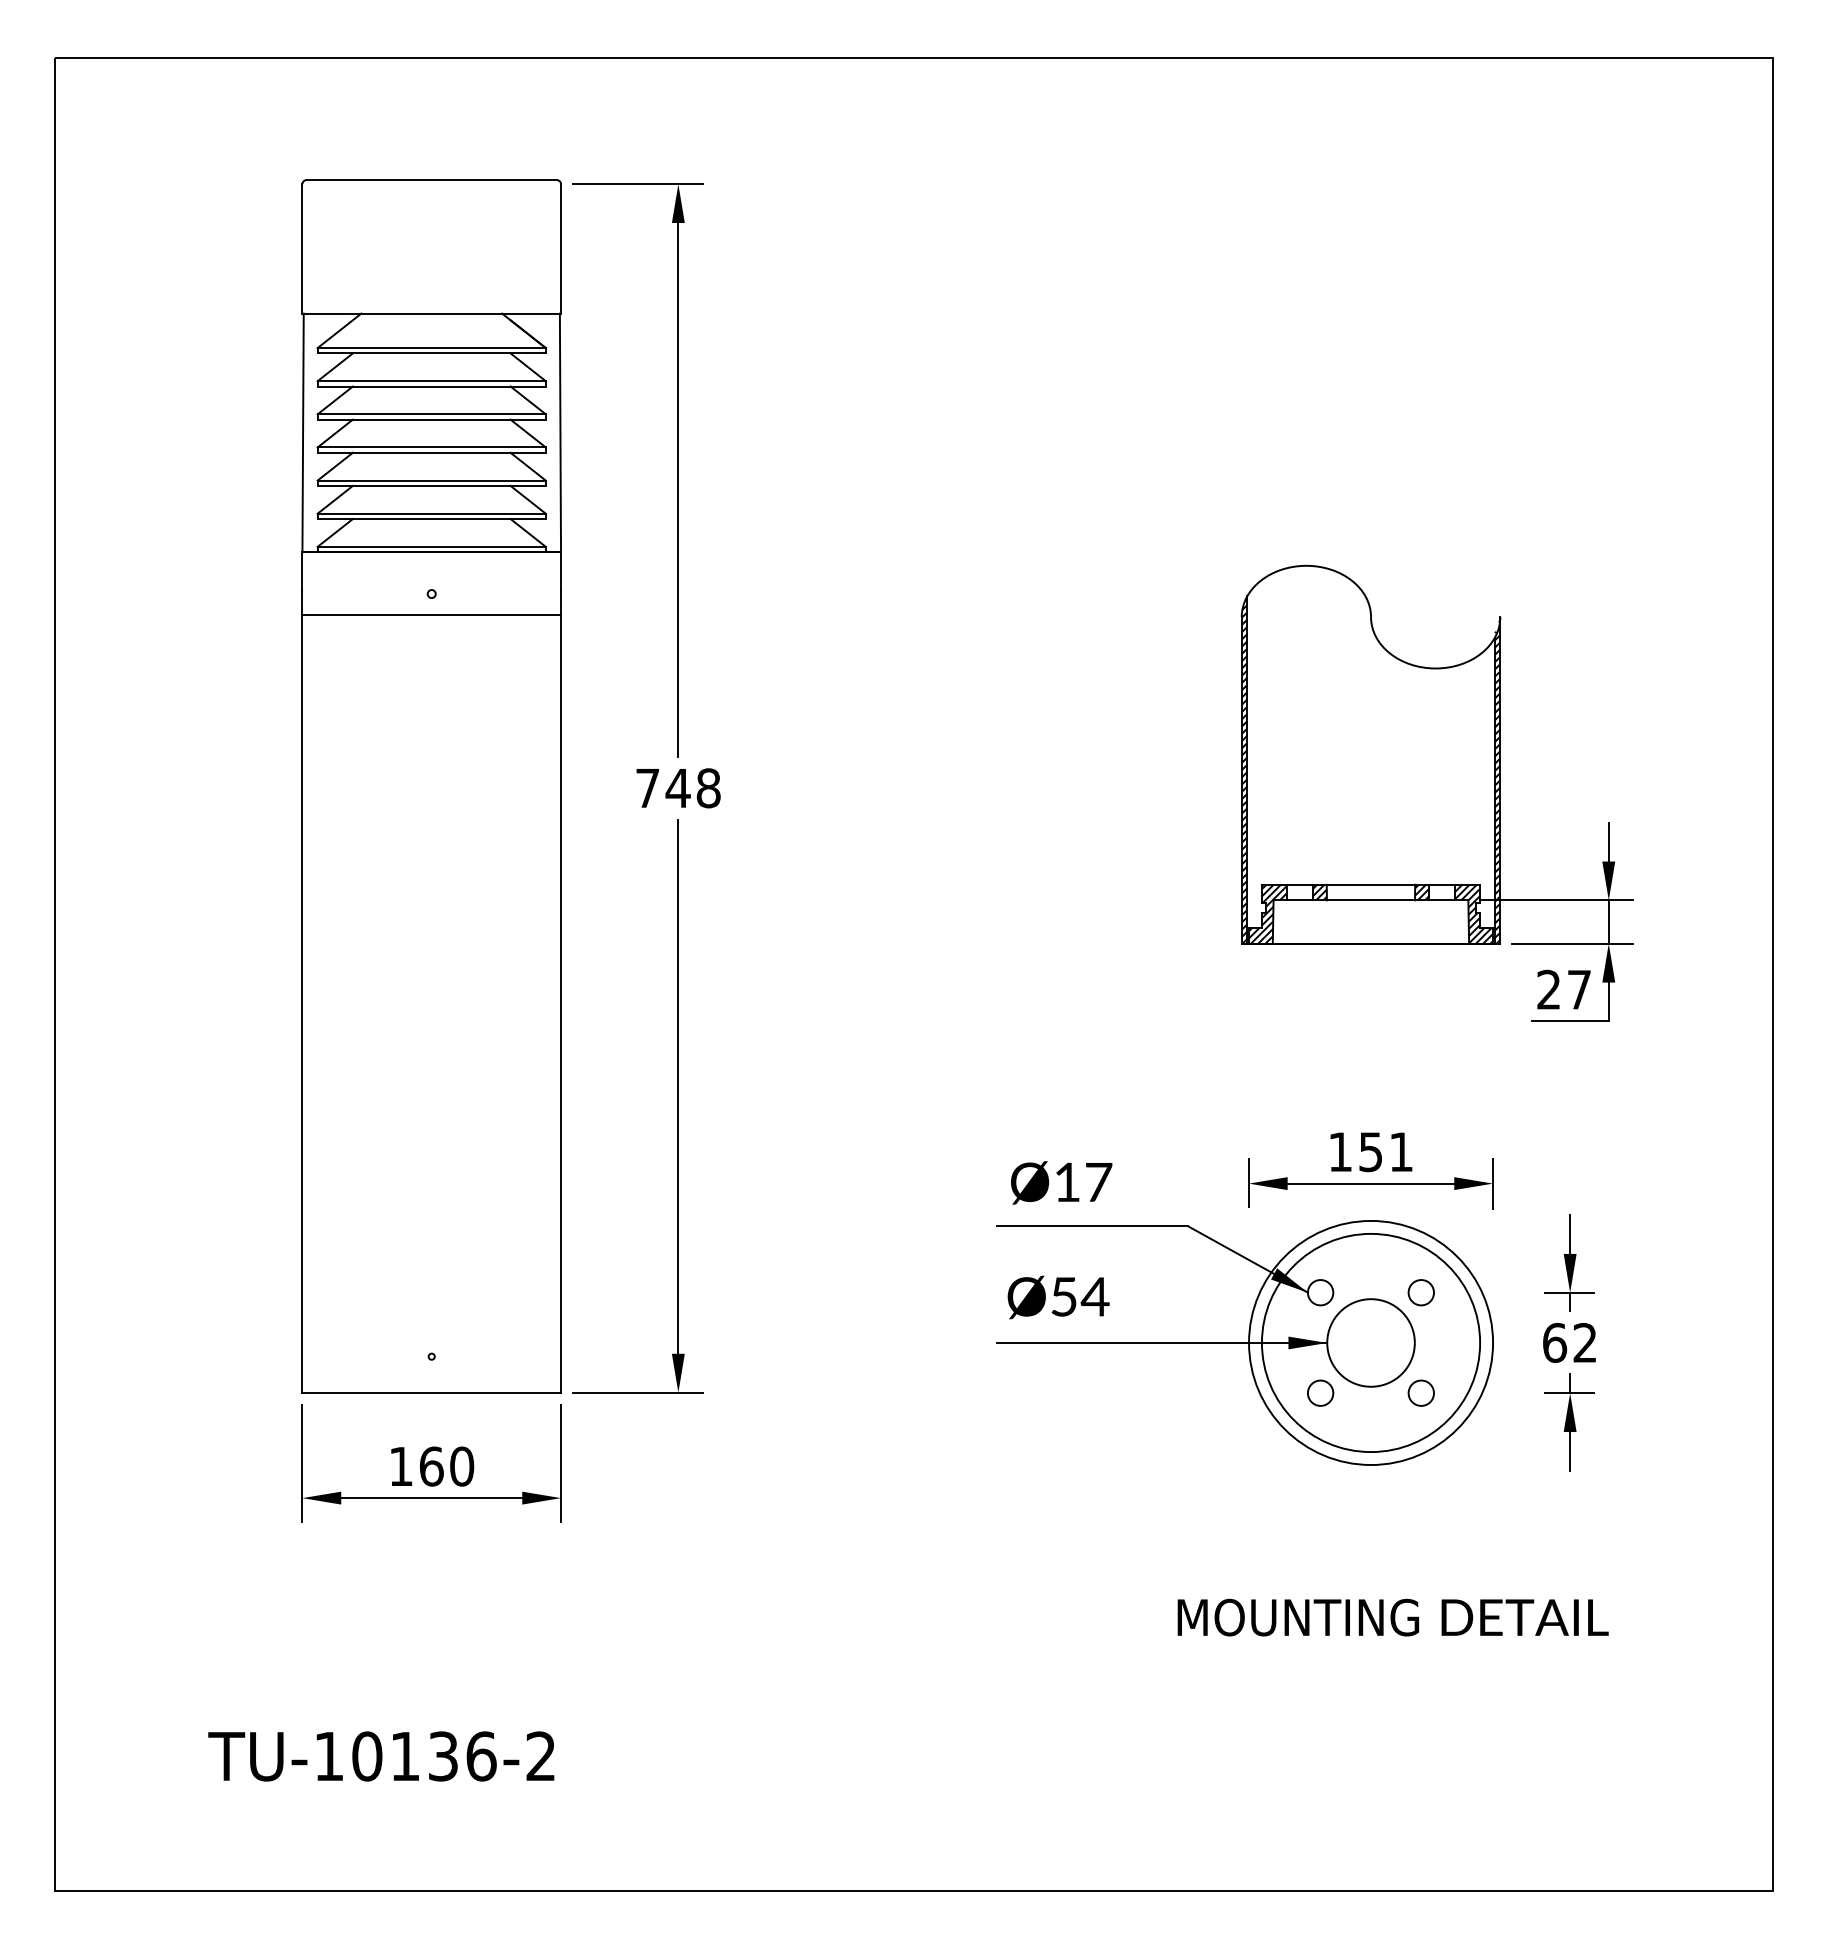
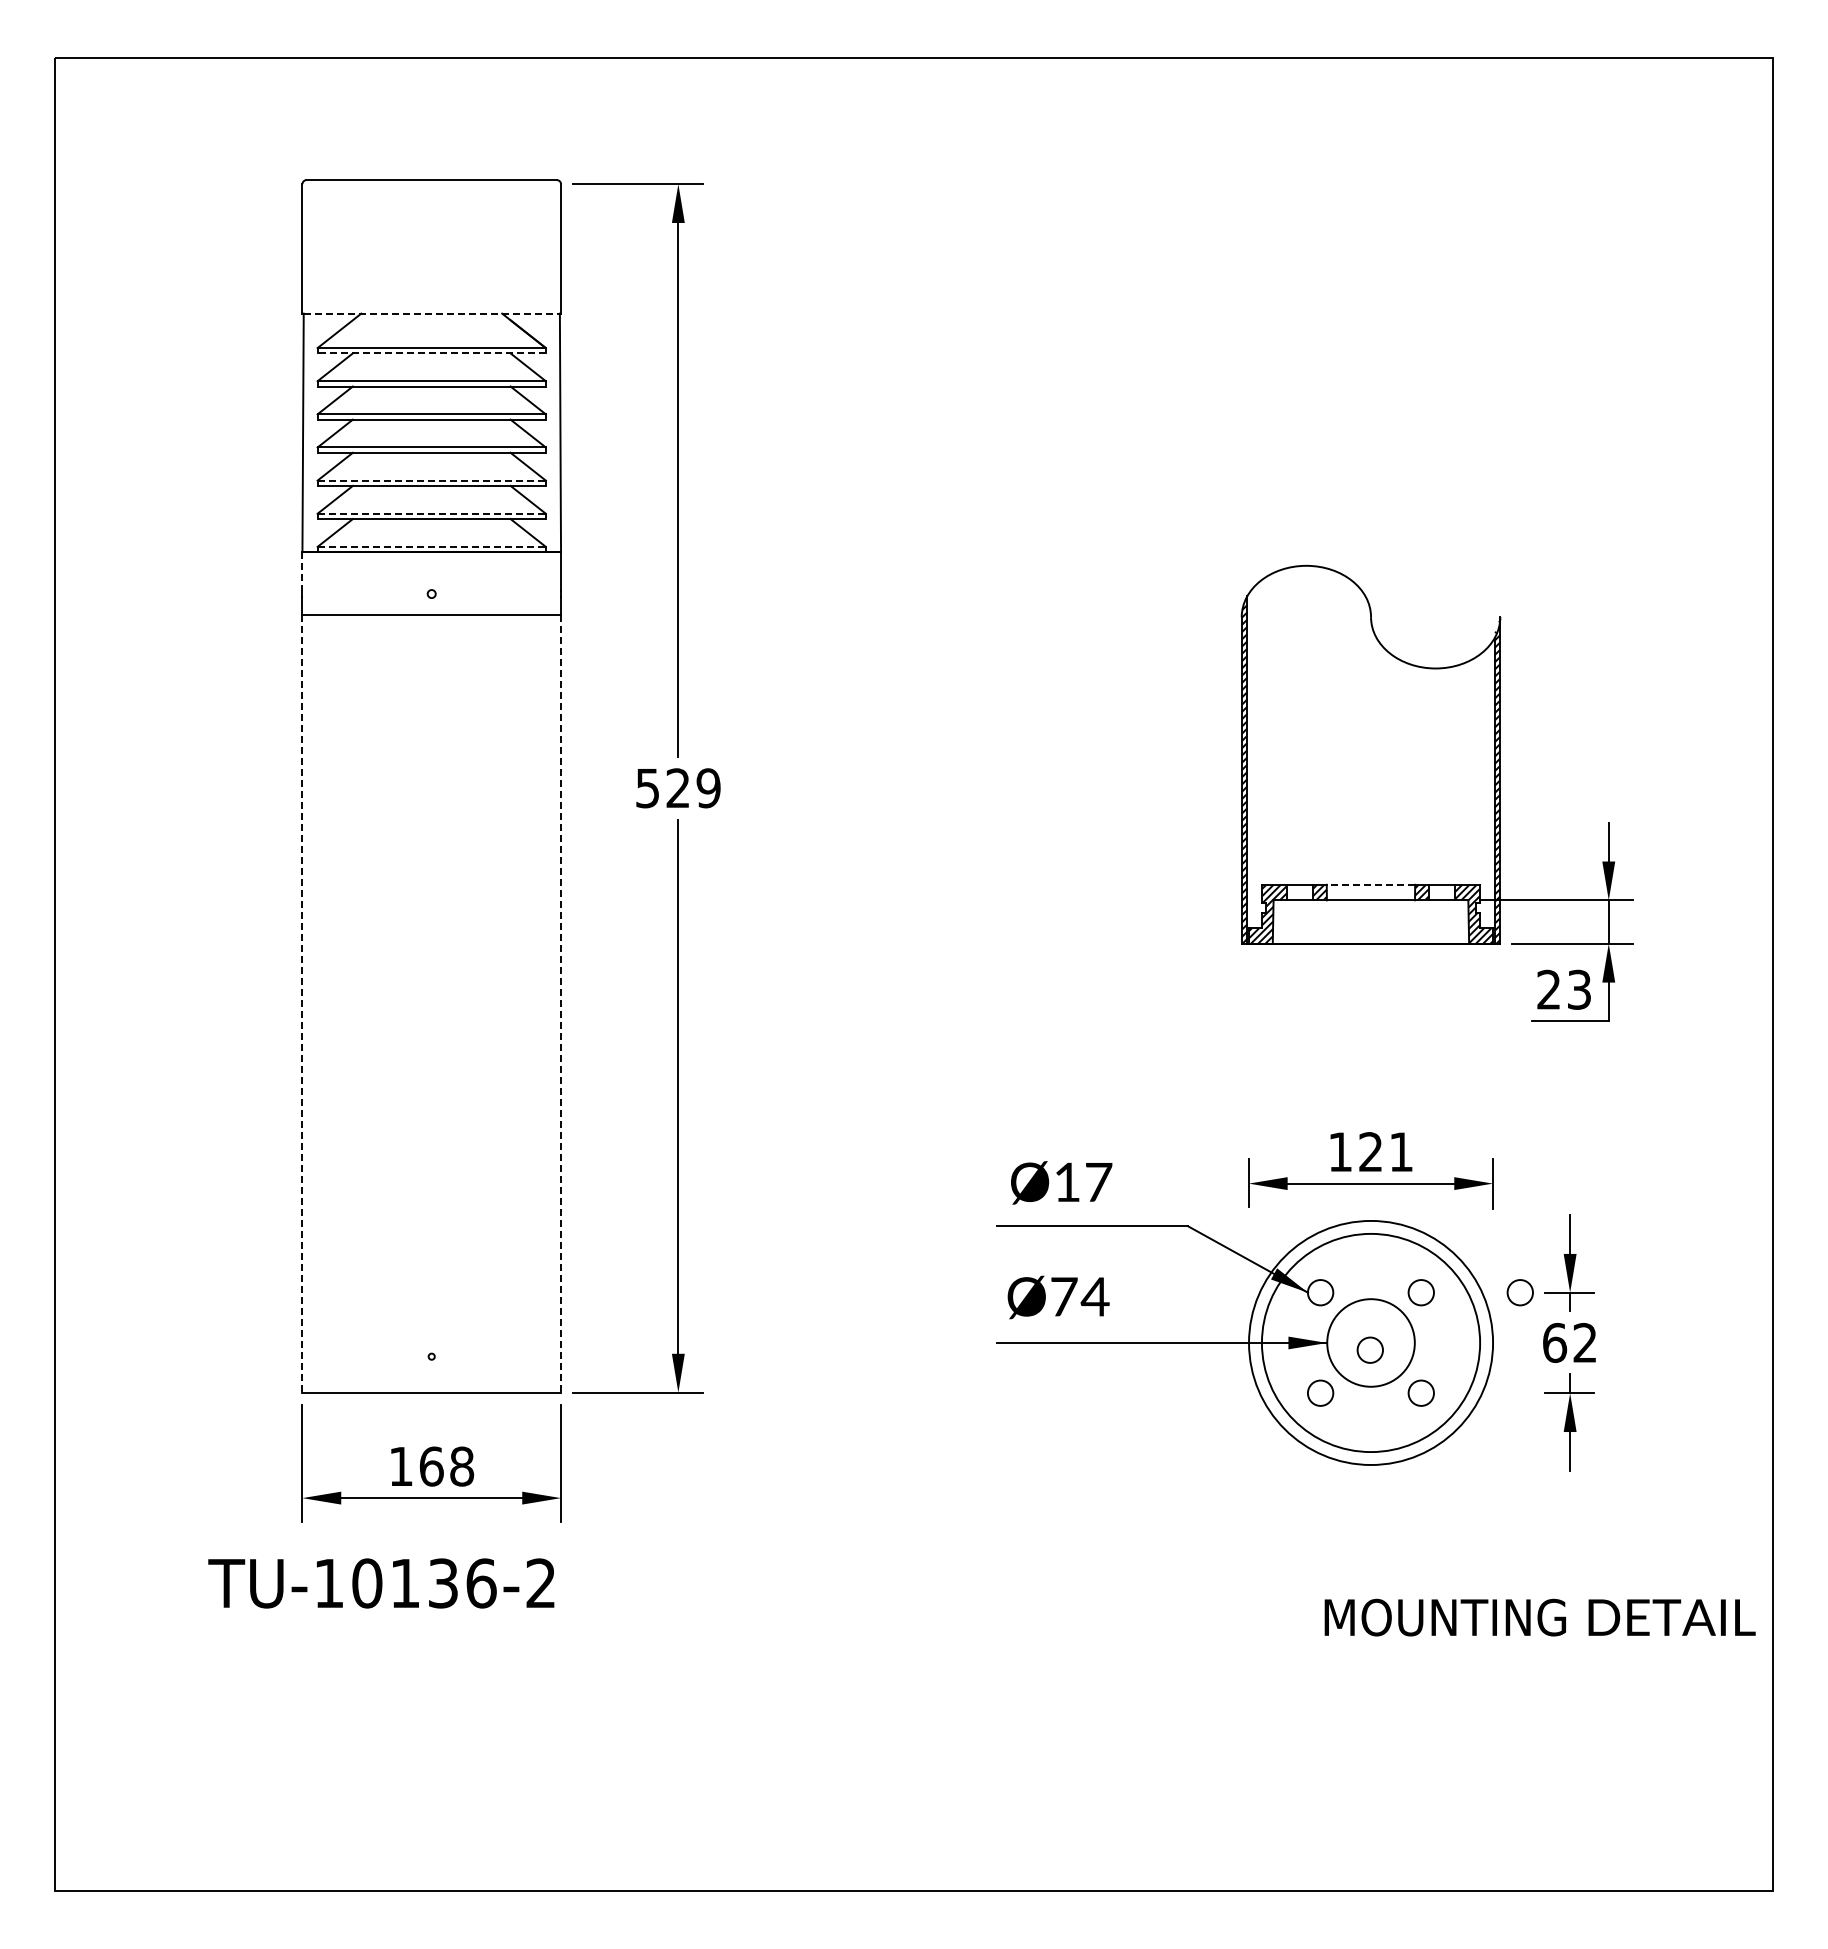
line at (432, 313): solid -> dashed
line at (432, 353): solid -> dashed
line at (432, 480): solid -> dashed
line at (432, 513): solid -> dashed
line at (432, 546): solid -> dashed
line at (302, 572): solid -> dashed
text at (678, 788): 748 -> 529
line at (1370, 884): solid -> dashed
text at (1579, 989): 27 -> 23
line at (302, 1004): solid -> dashed
line at (561, 1004): solid -> dashed
text at (1370, 1152): 151 -> 121
circle at (1519, 1292): none -> present
text at (1064, 1296): Ø54 -> Ø74
circle at (1369, 1349): none -> present
text at (462, 1466): 160 -> 168
text at (1392, 1617) position: (1392, 1617) -> (1539, 1617)
text at (381, 1756) position: (381, 1756) -> (381, 1583)
